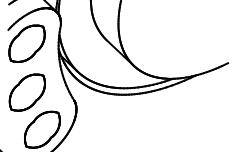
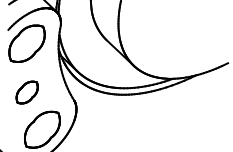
part at (26, 92) size: 38x39 px -> 24x25 px
